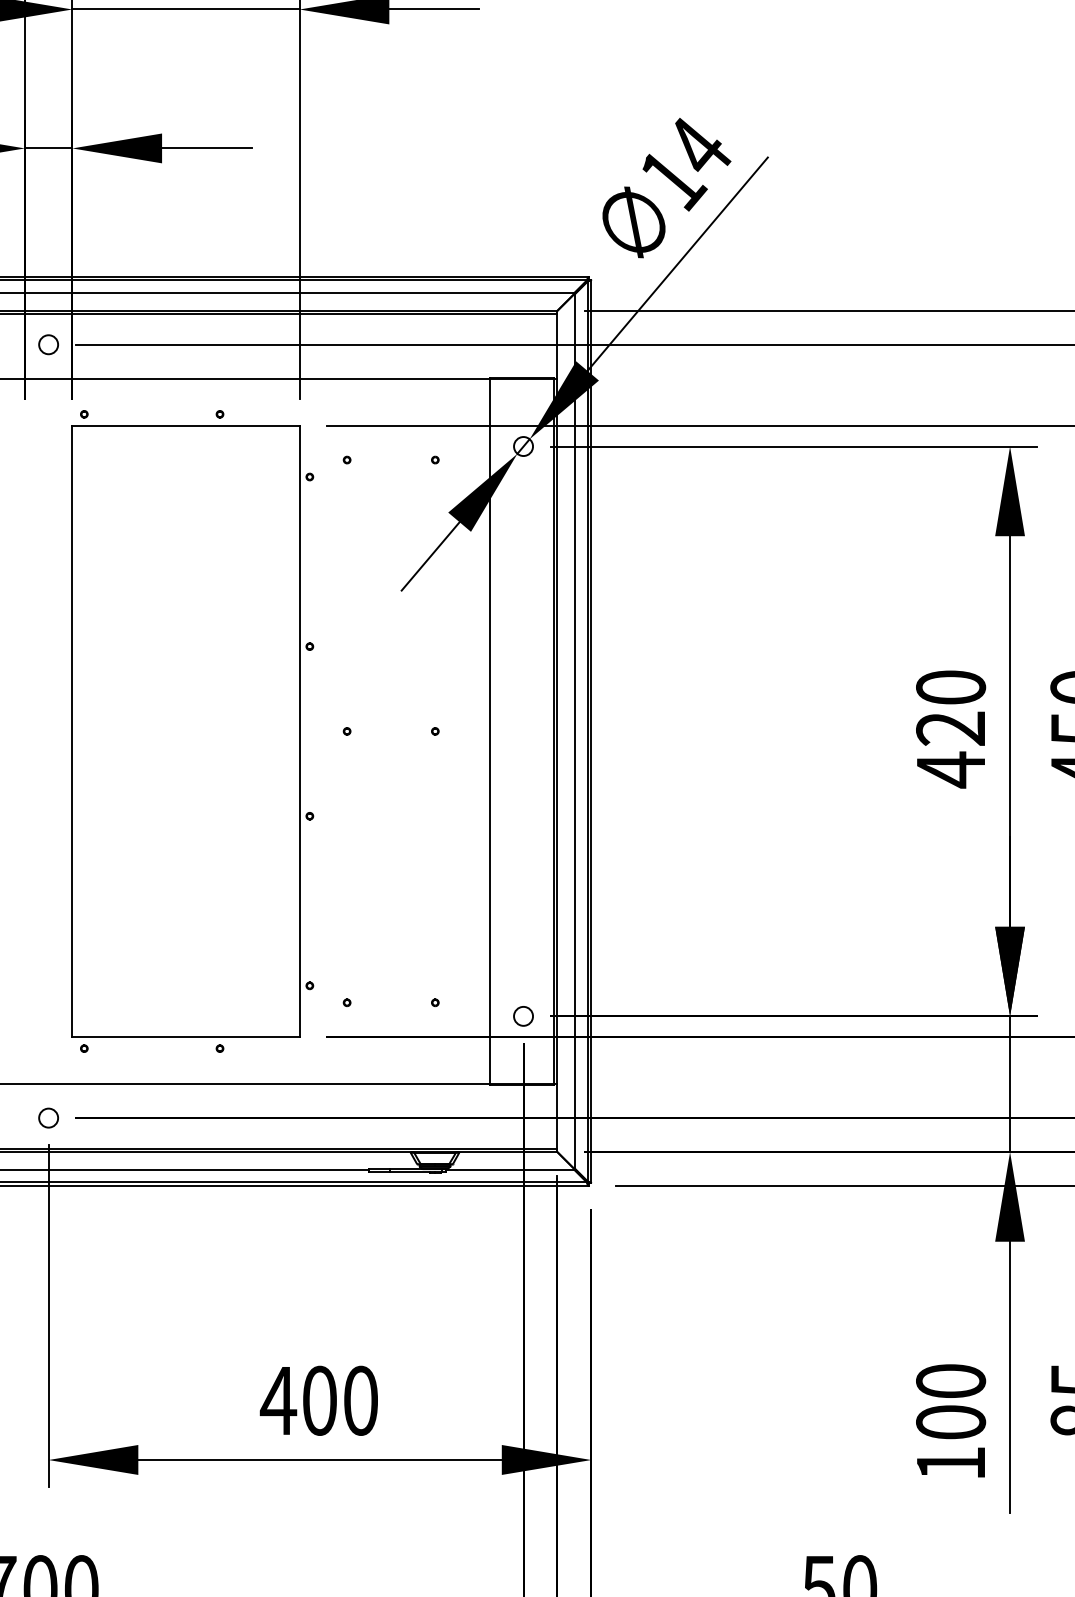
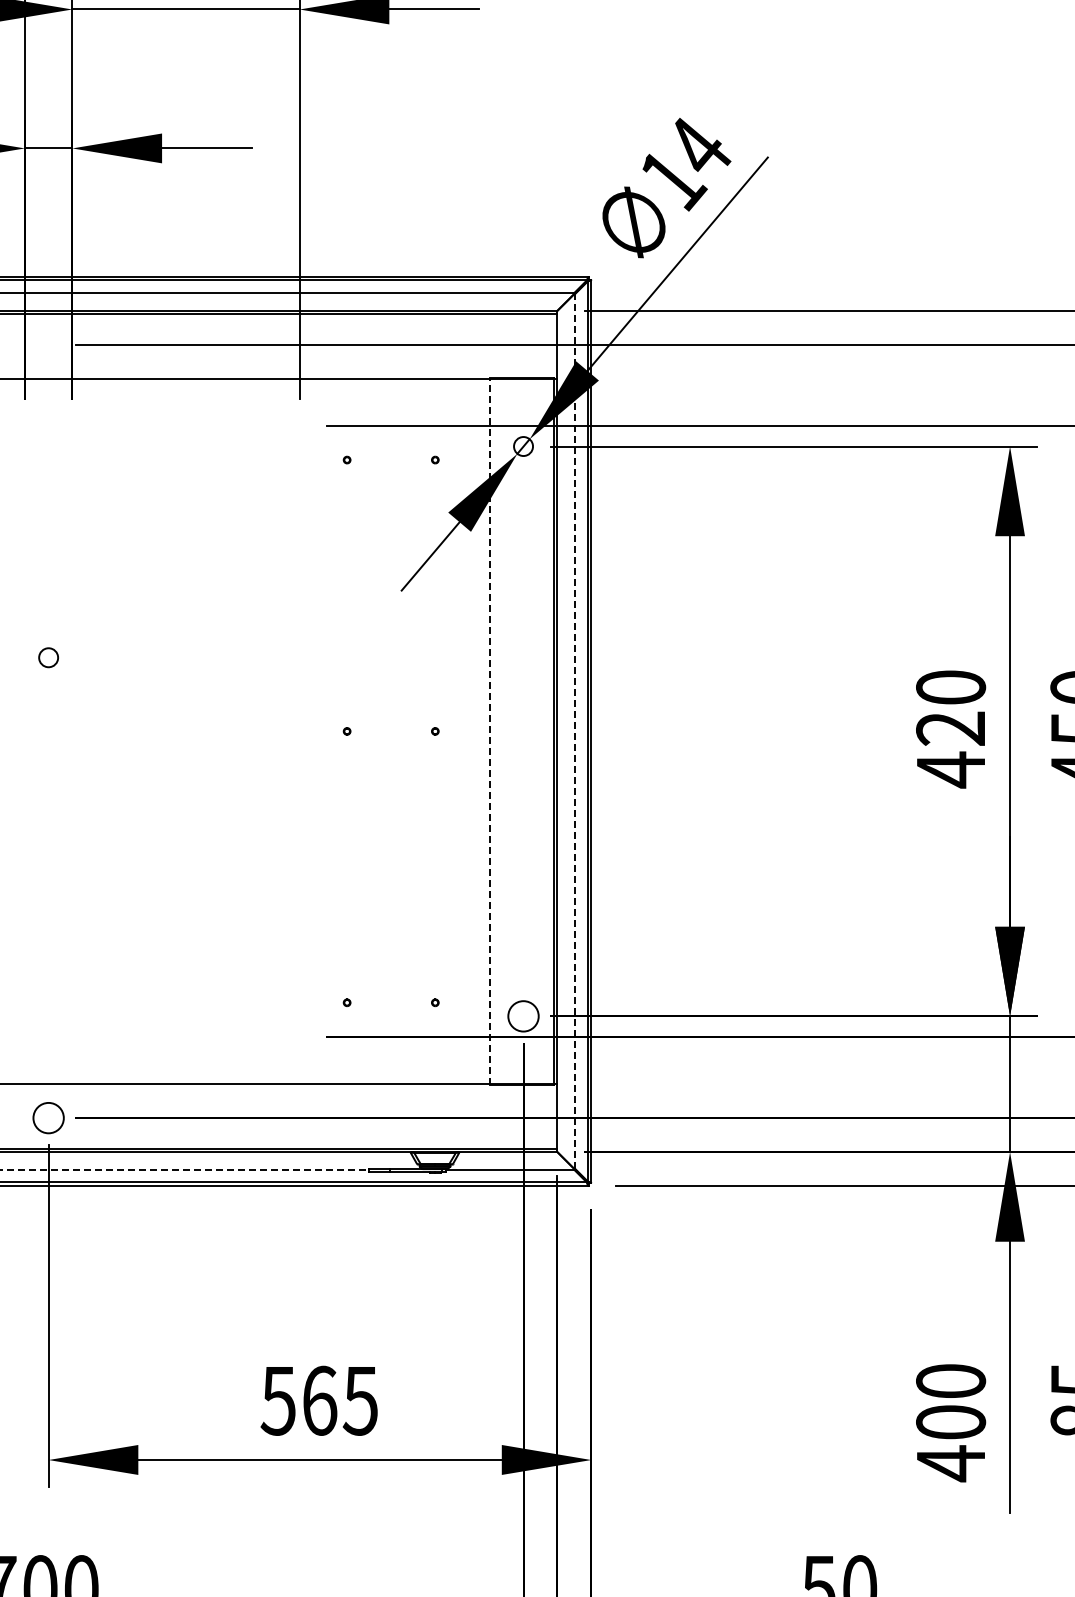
circle at (48, 344) position: (48, 344) -> (48, 657)
line at (575, 730): solid -> dashed
part at (192, 731): present -> none
line at (489, 731): solid -> dashed
circle at (523, 1015) diameter: 19 px -> 30 px
circle at (48, 1117) diameter: 19 px -> 30 px
line at (185, 1169): solid -> dashed
text at (318, 1400): 400 -> 565
text at (950, 1463): 100 -> 400
